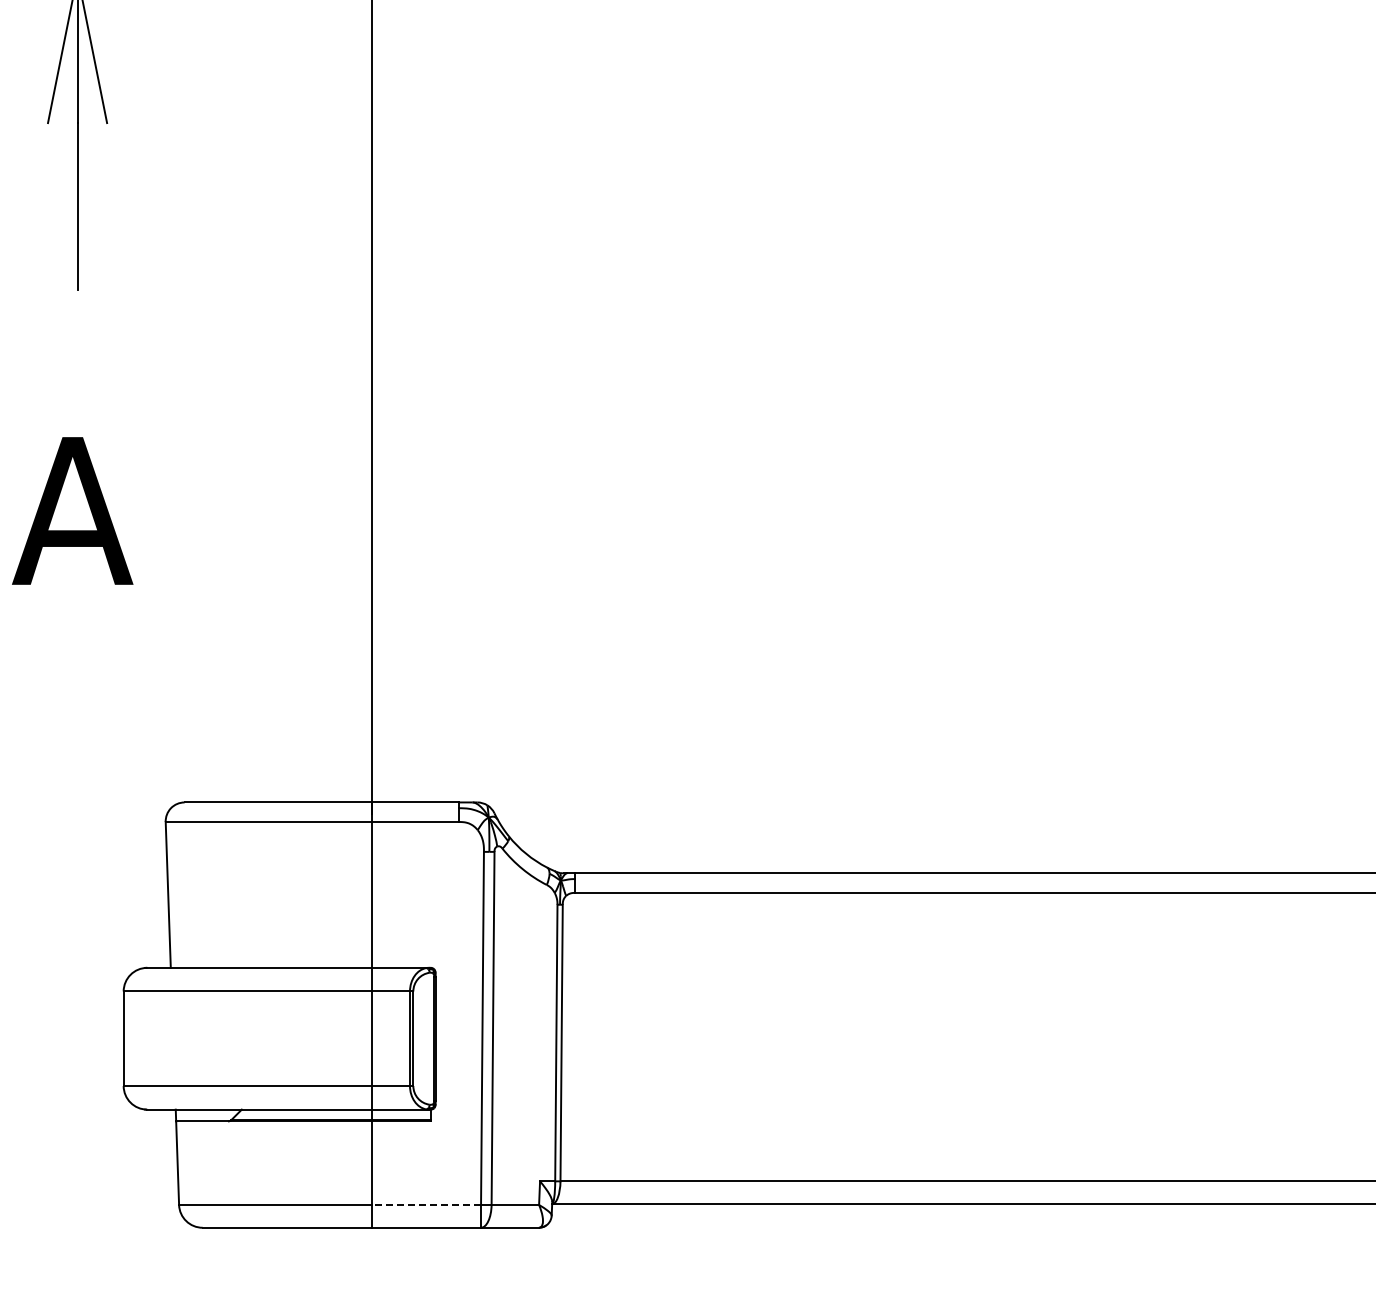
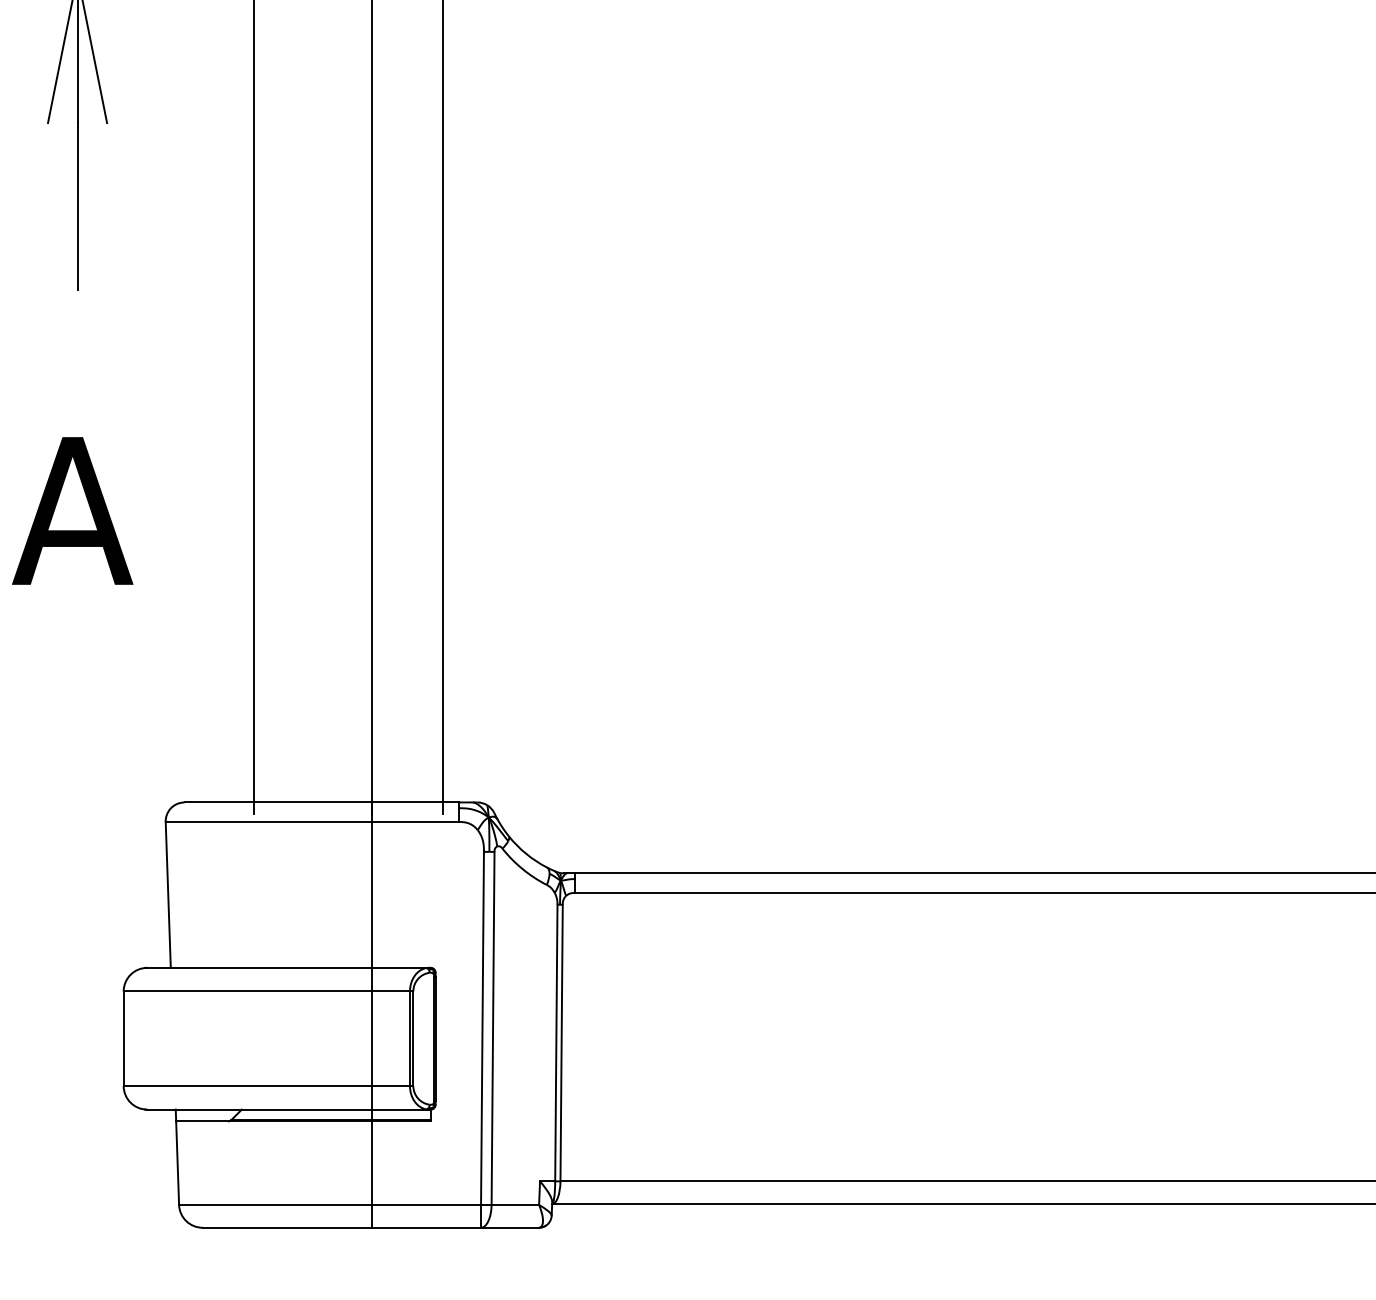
line at (253, 408): none -> present
line at (442, 408): none -> present
line at (426, 1204): dashed -> solid
